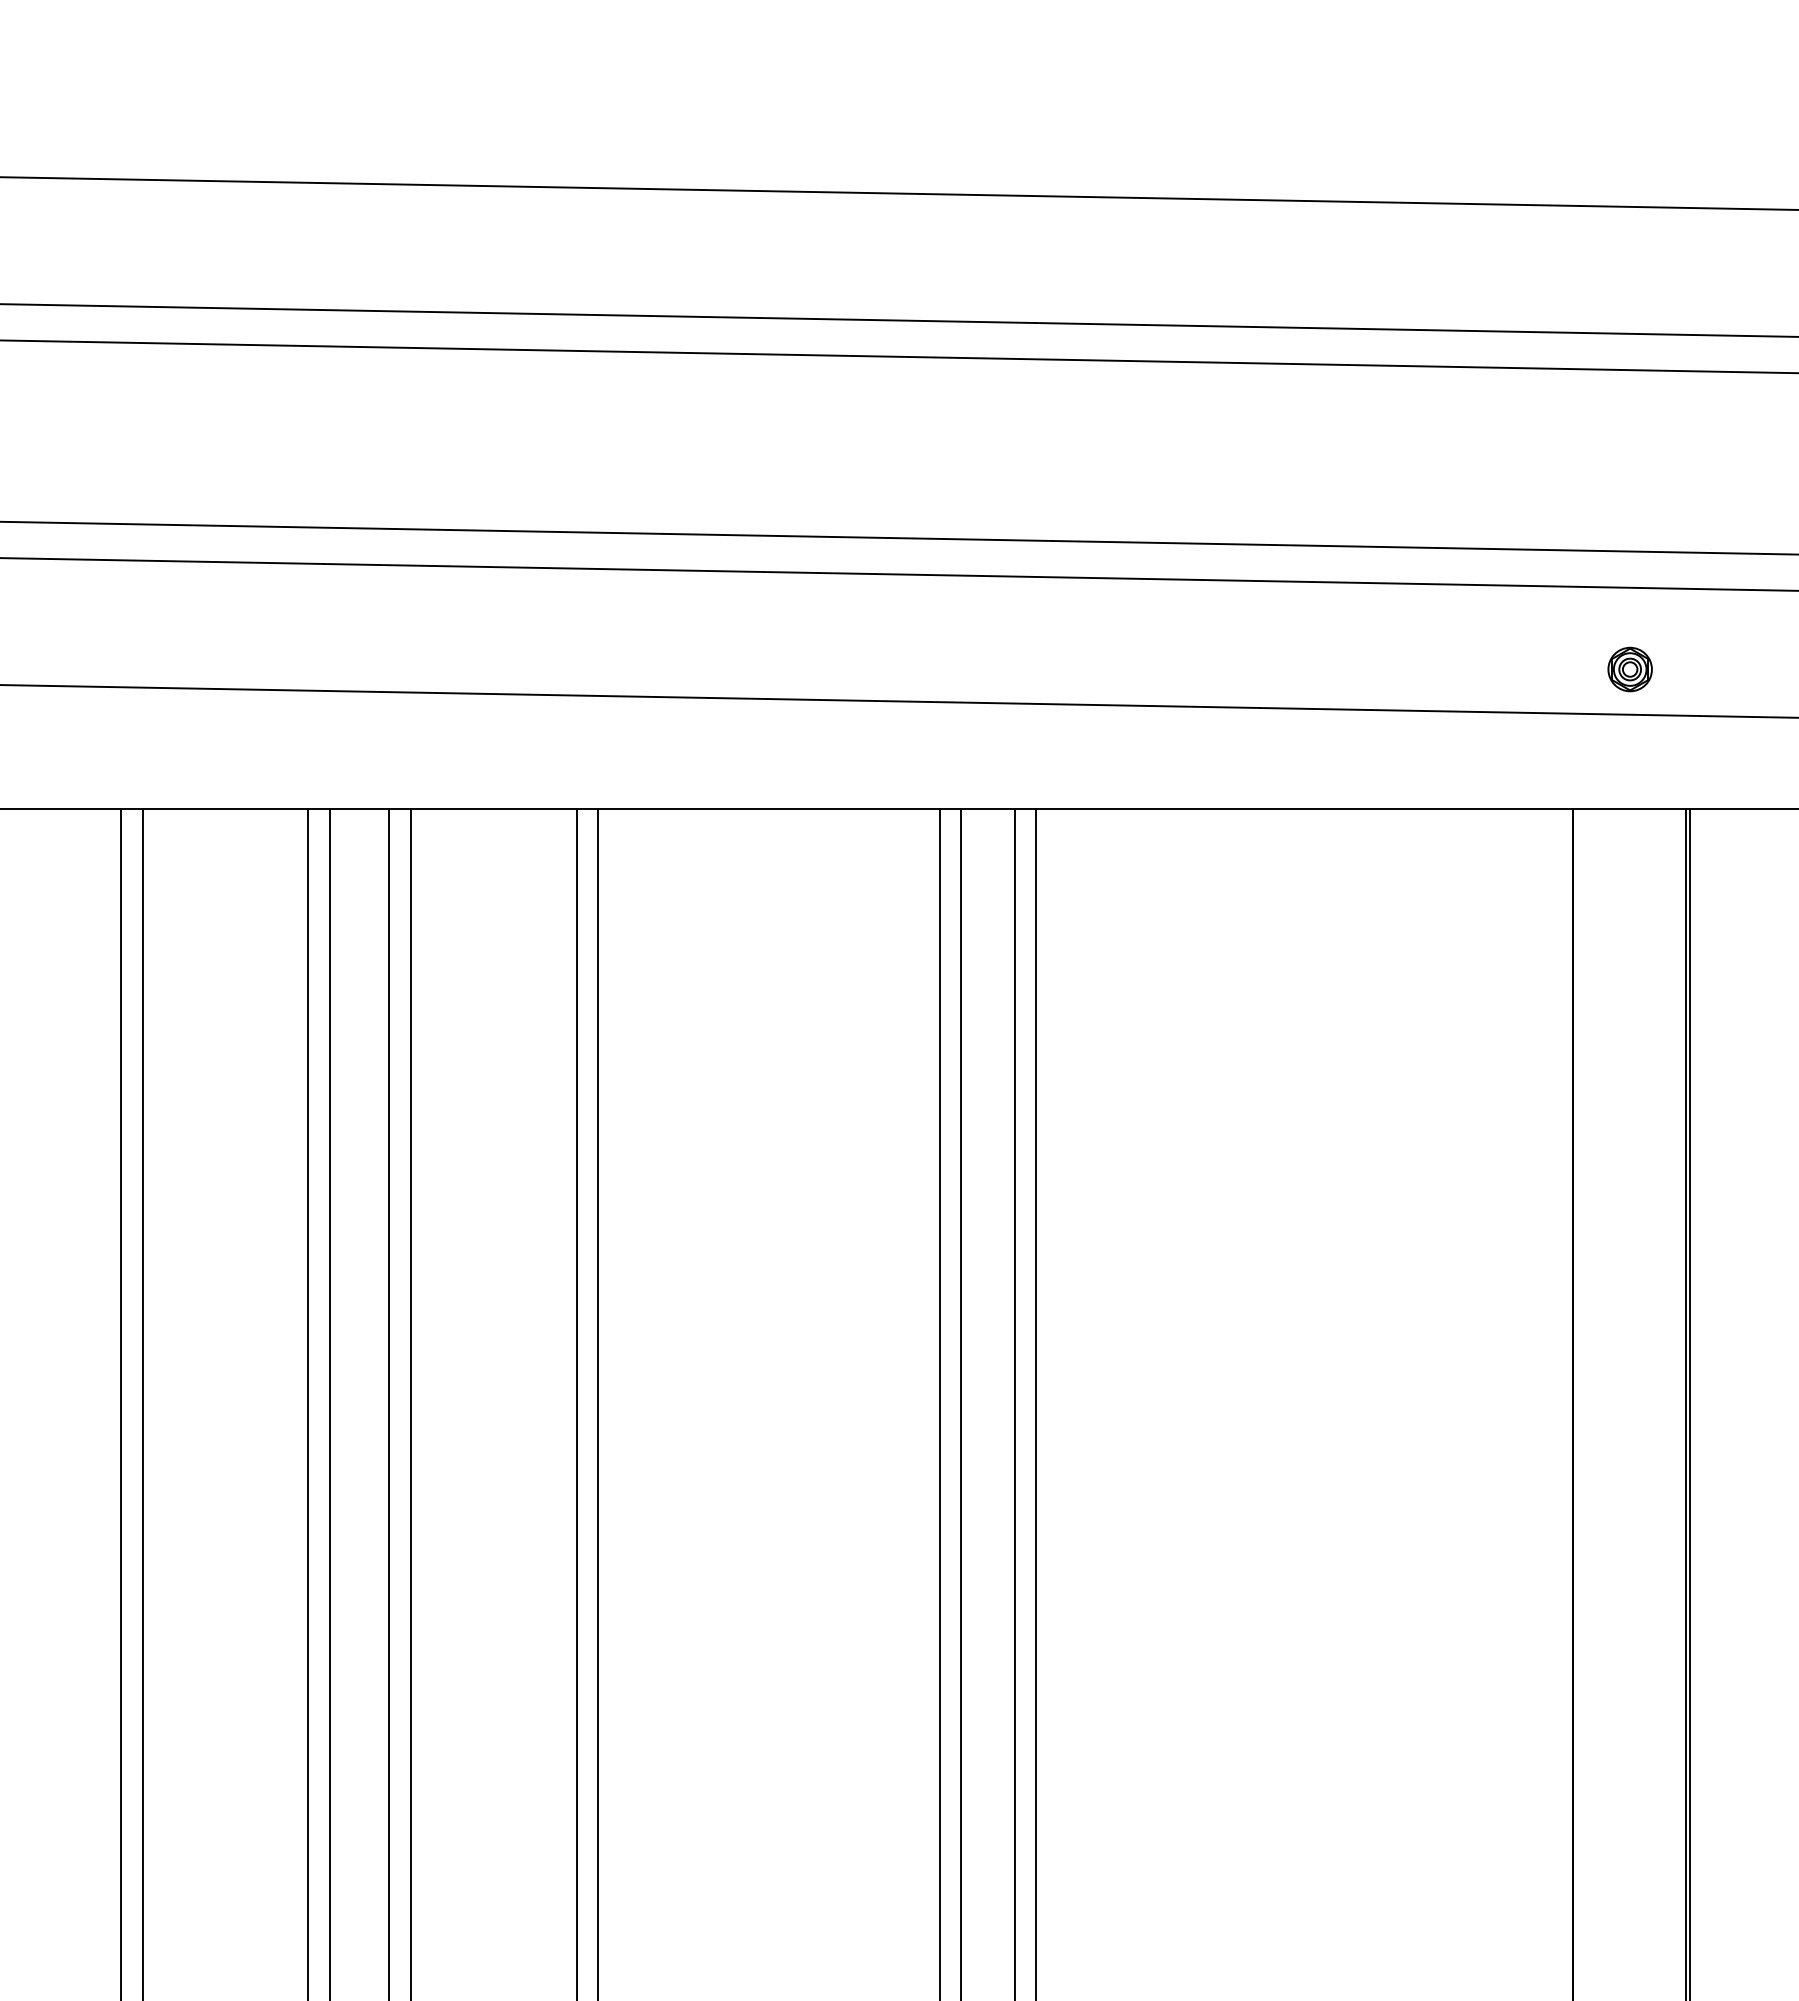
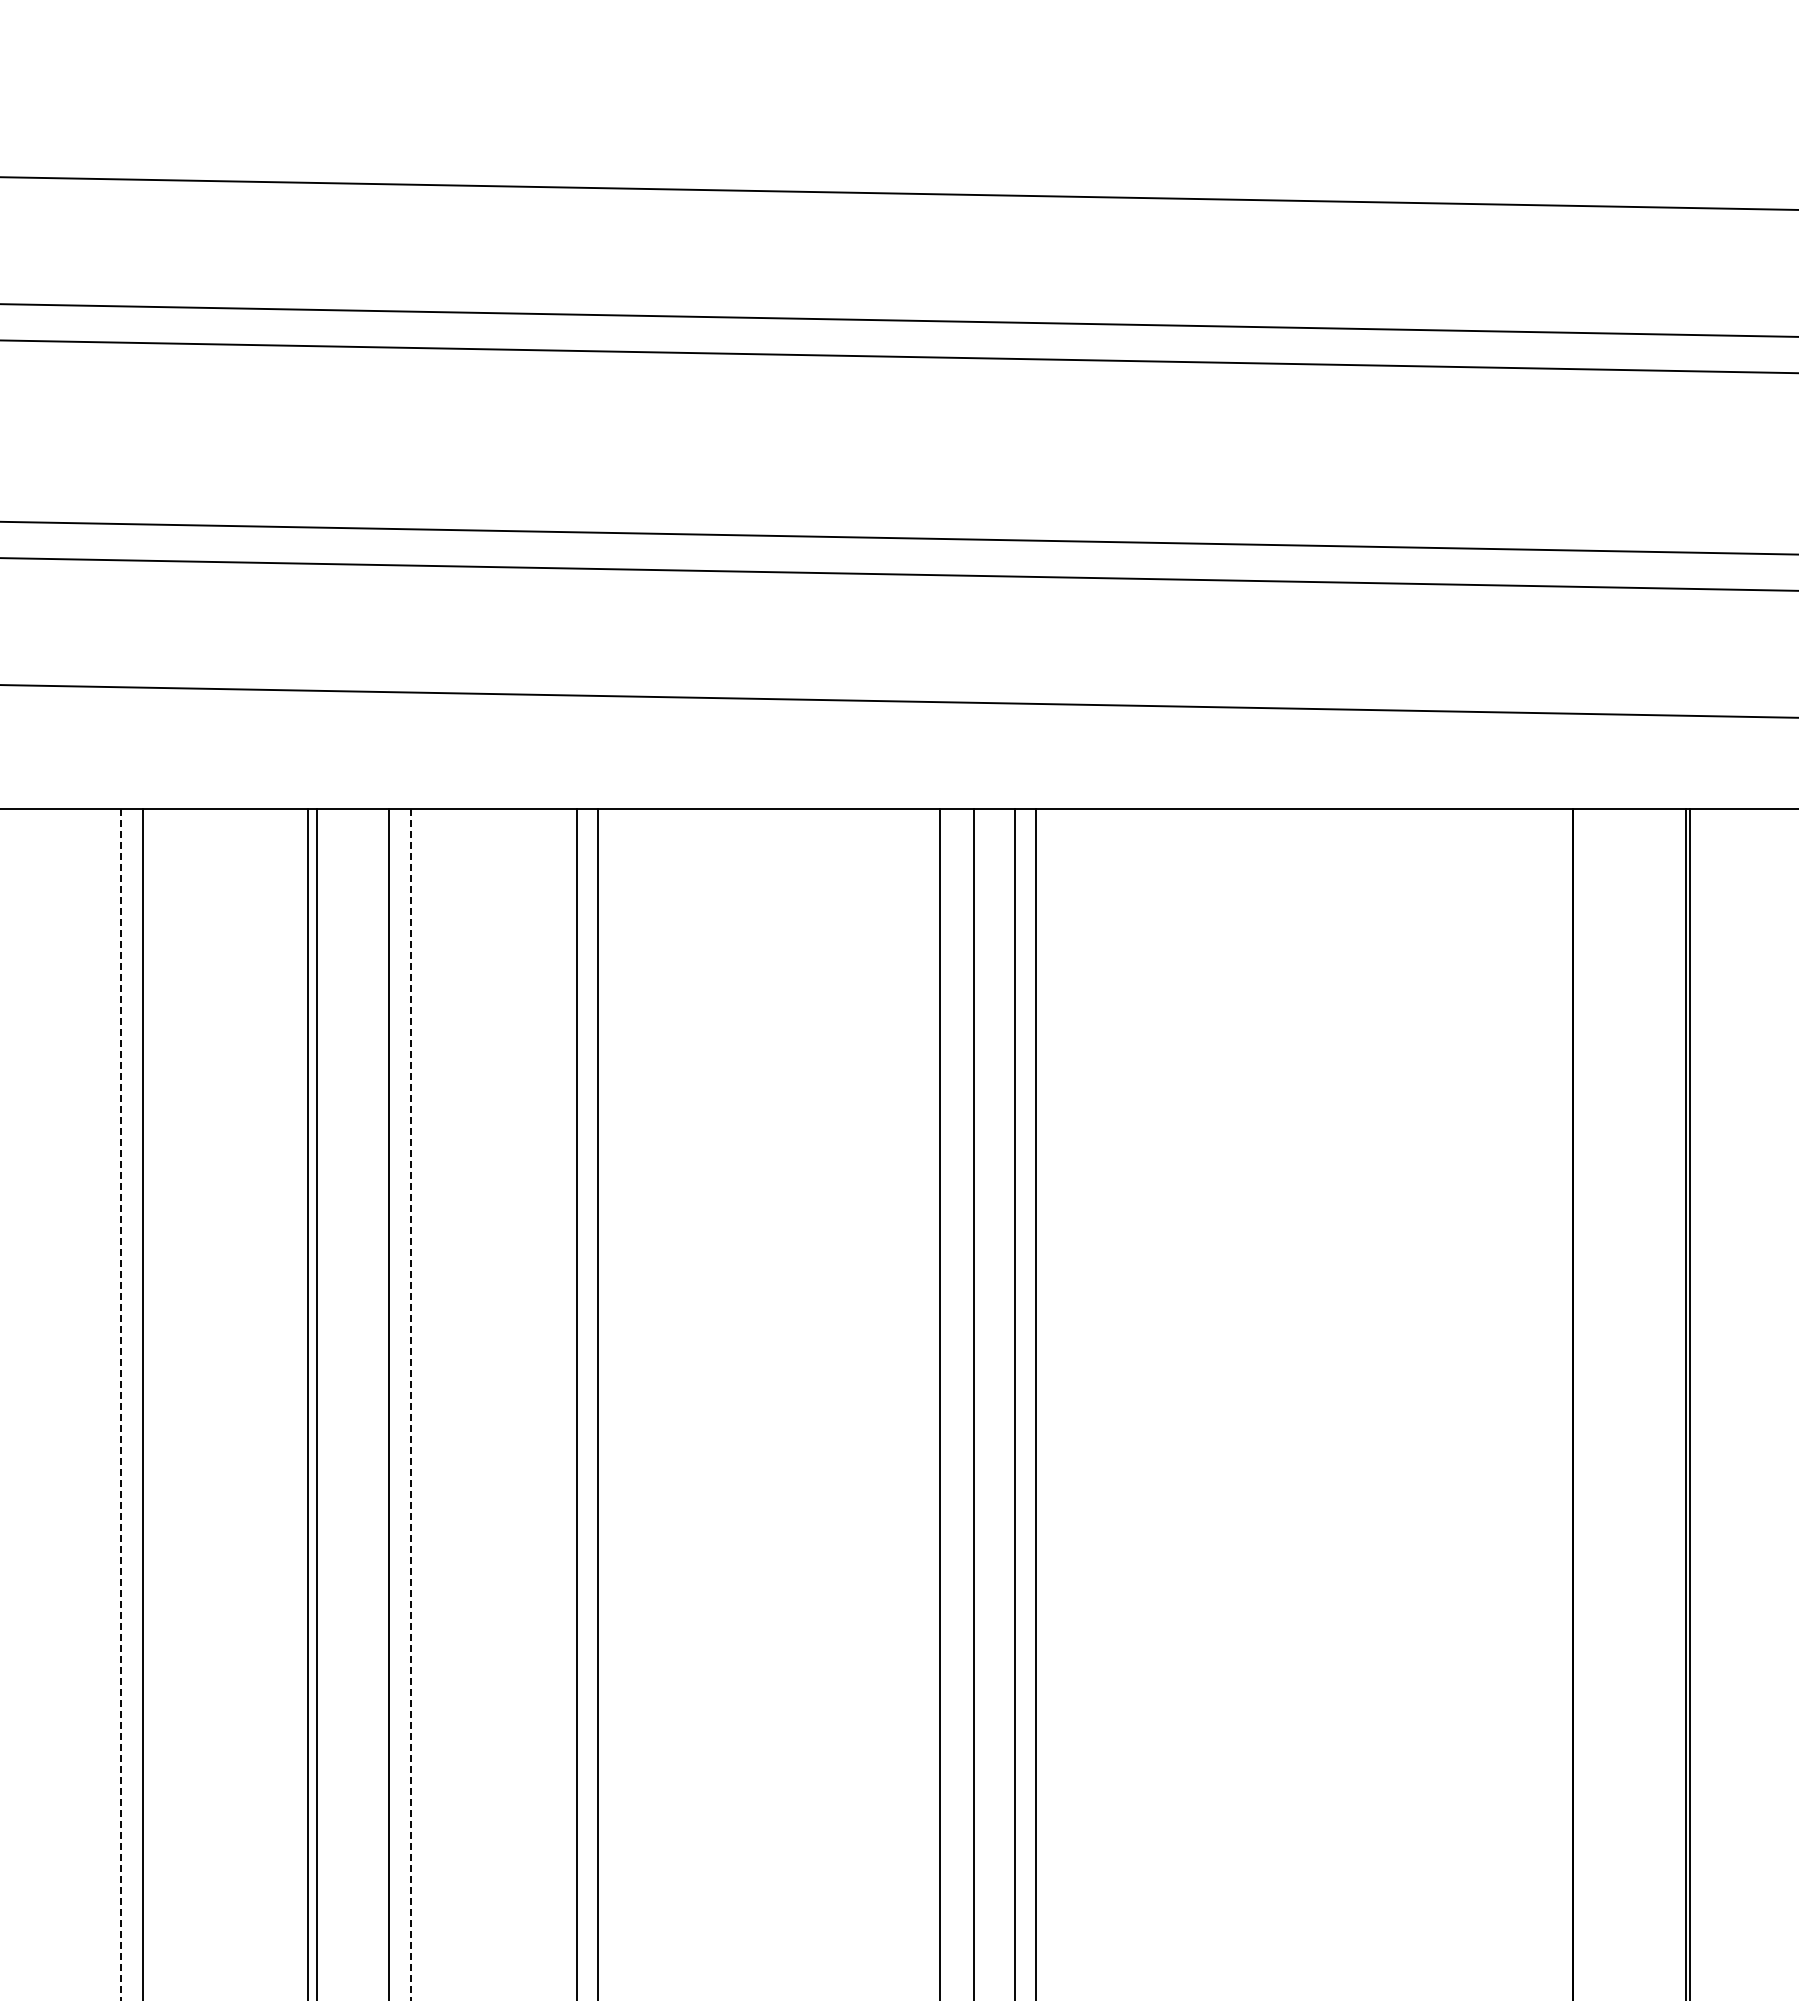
part at (1629, 669): present -> none
line at (329, 1403) position: (329, 1403) -> (316, 1403)
line at (961, 1403) position: (961, 1403) -> (974, 1403)
line at (120, 1404): solid -> dashed
line at (411, 1404): solid -> dashed
